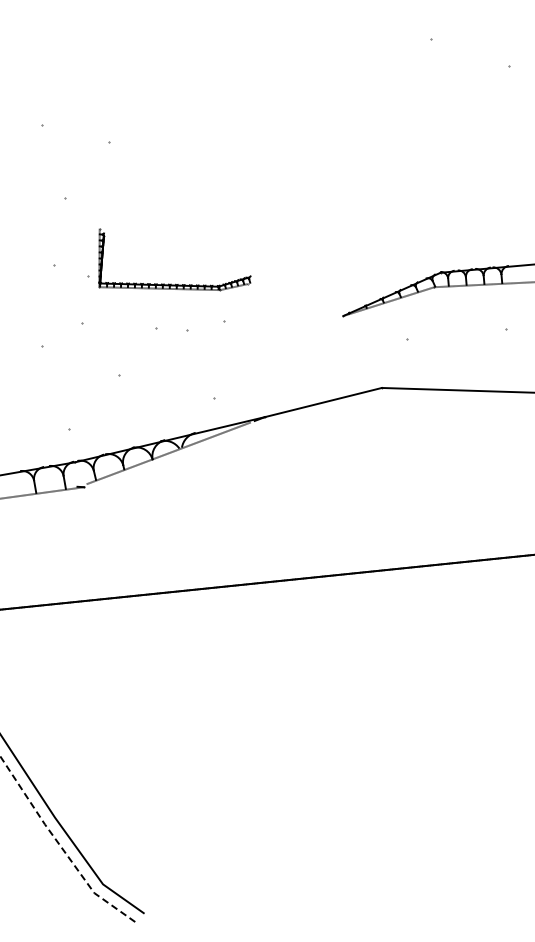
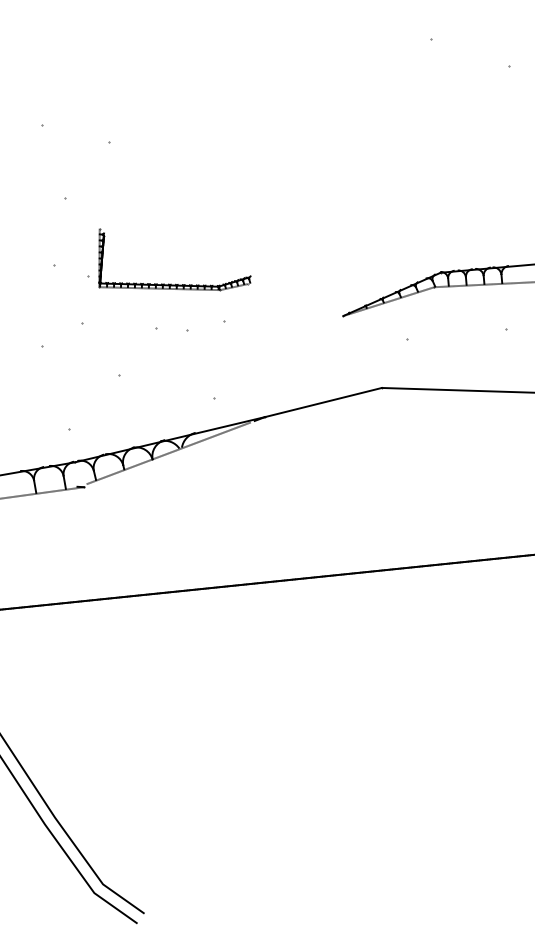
line at (61, 847): dashed -> solid
